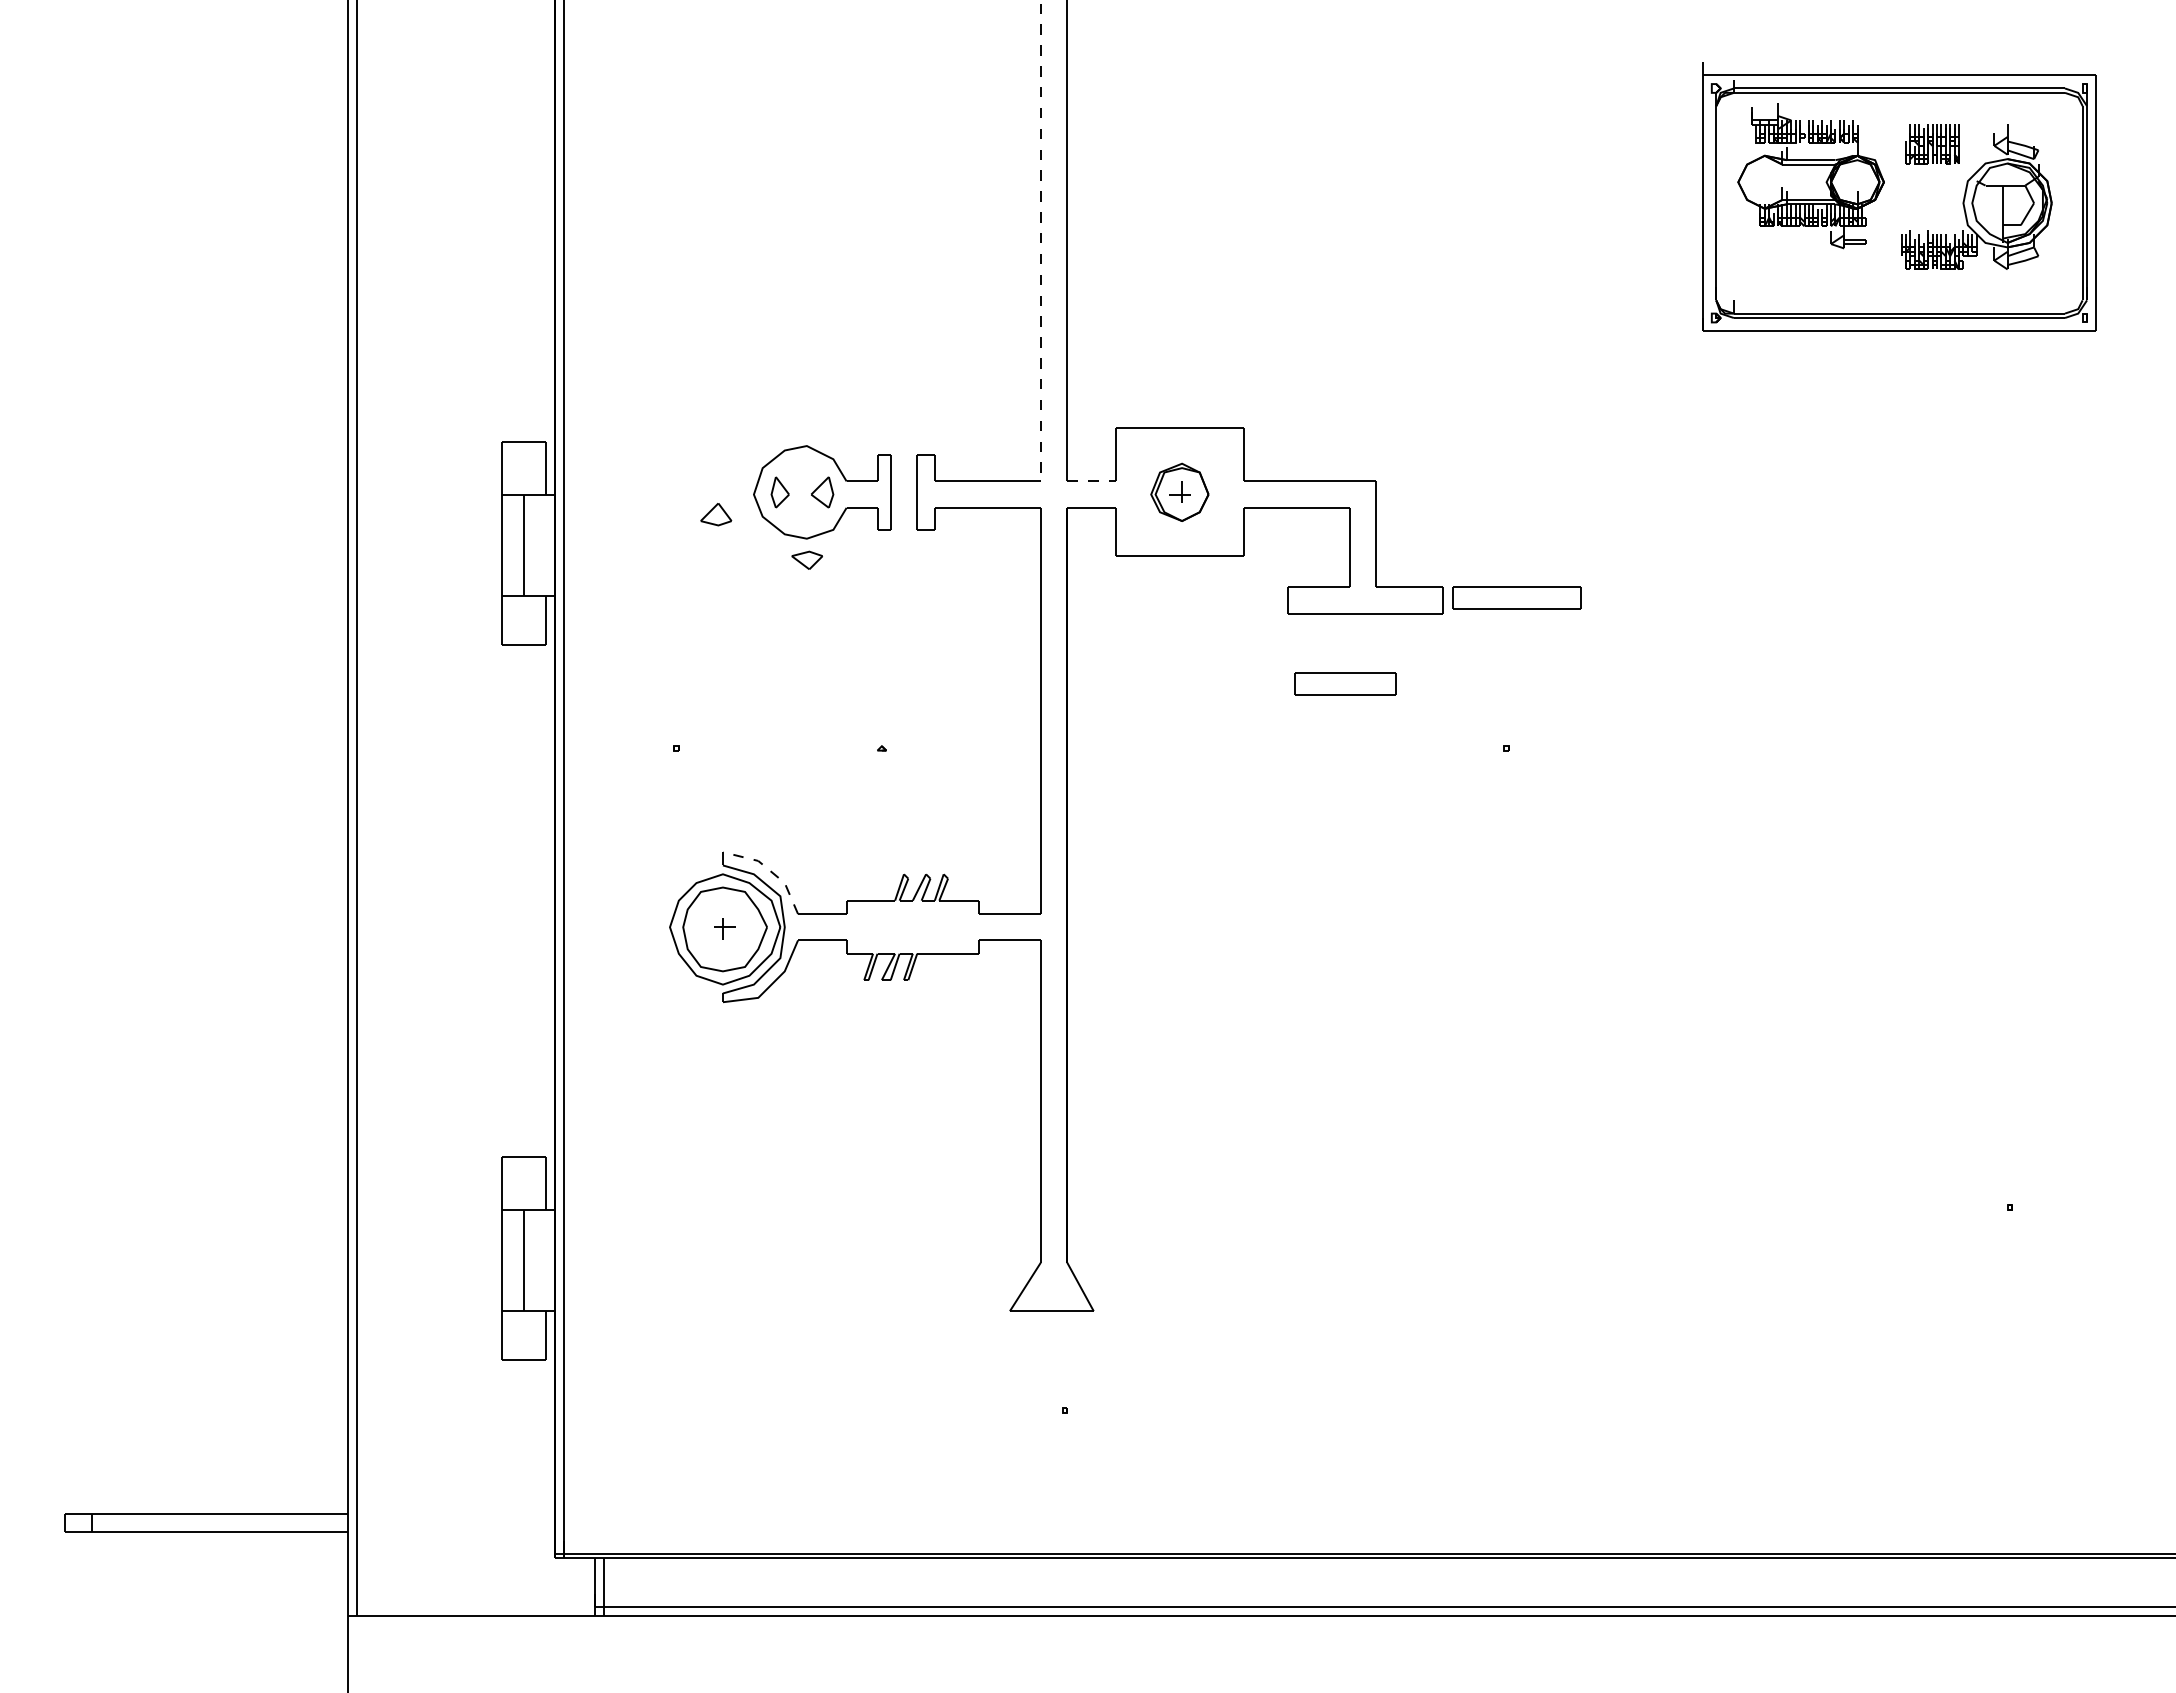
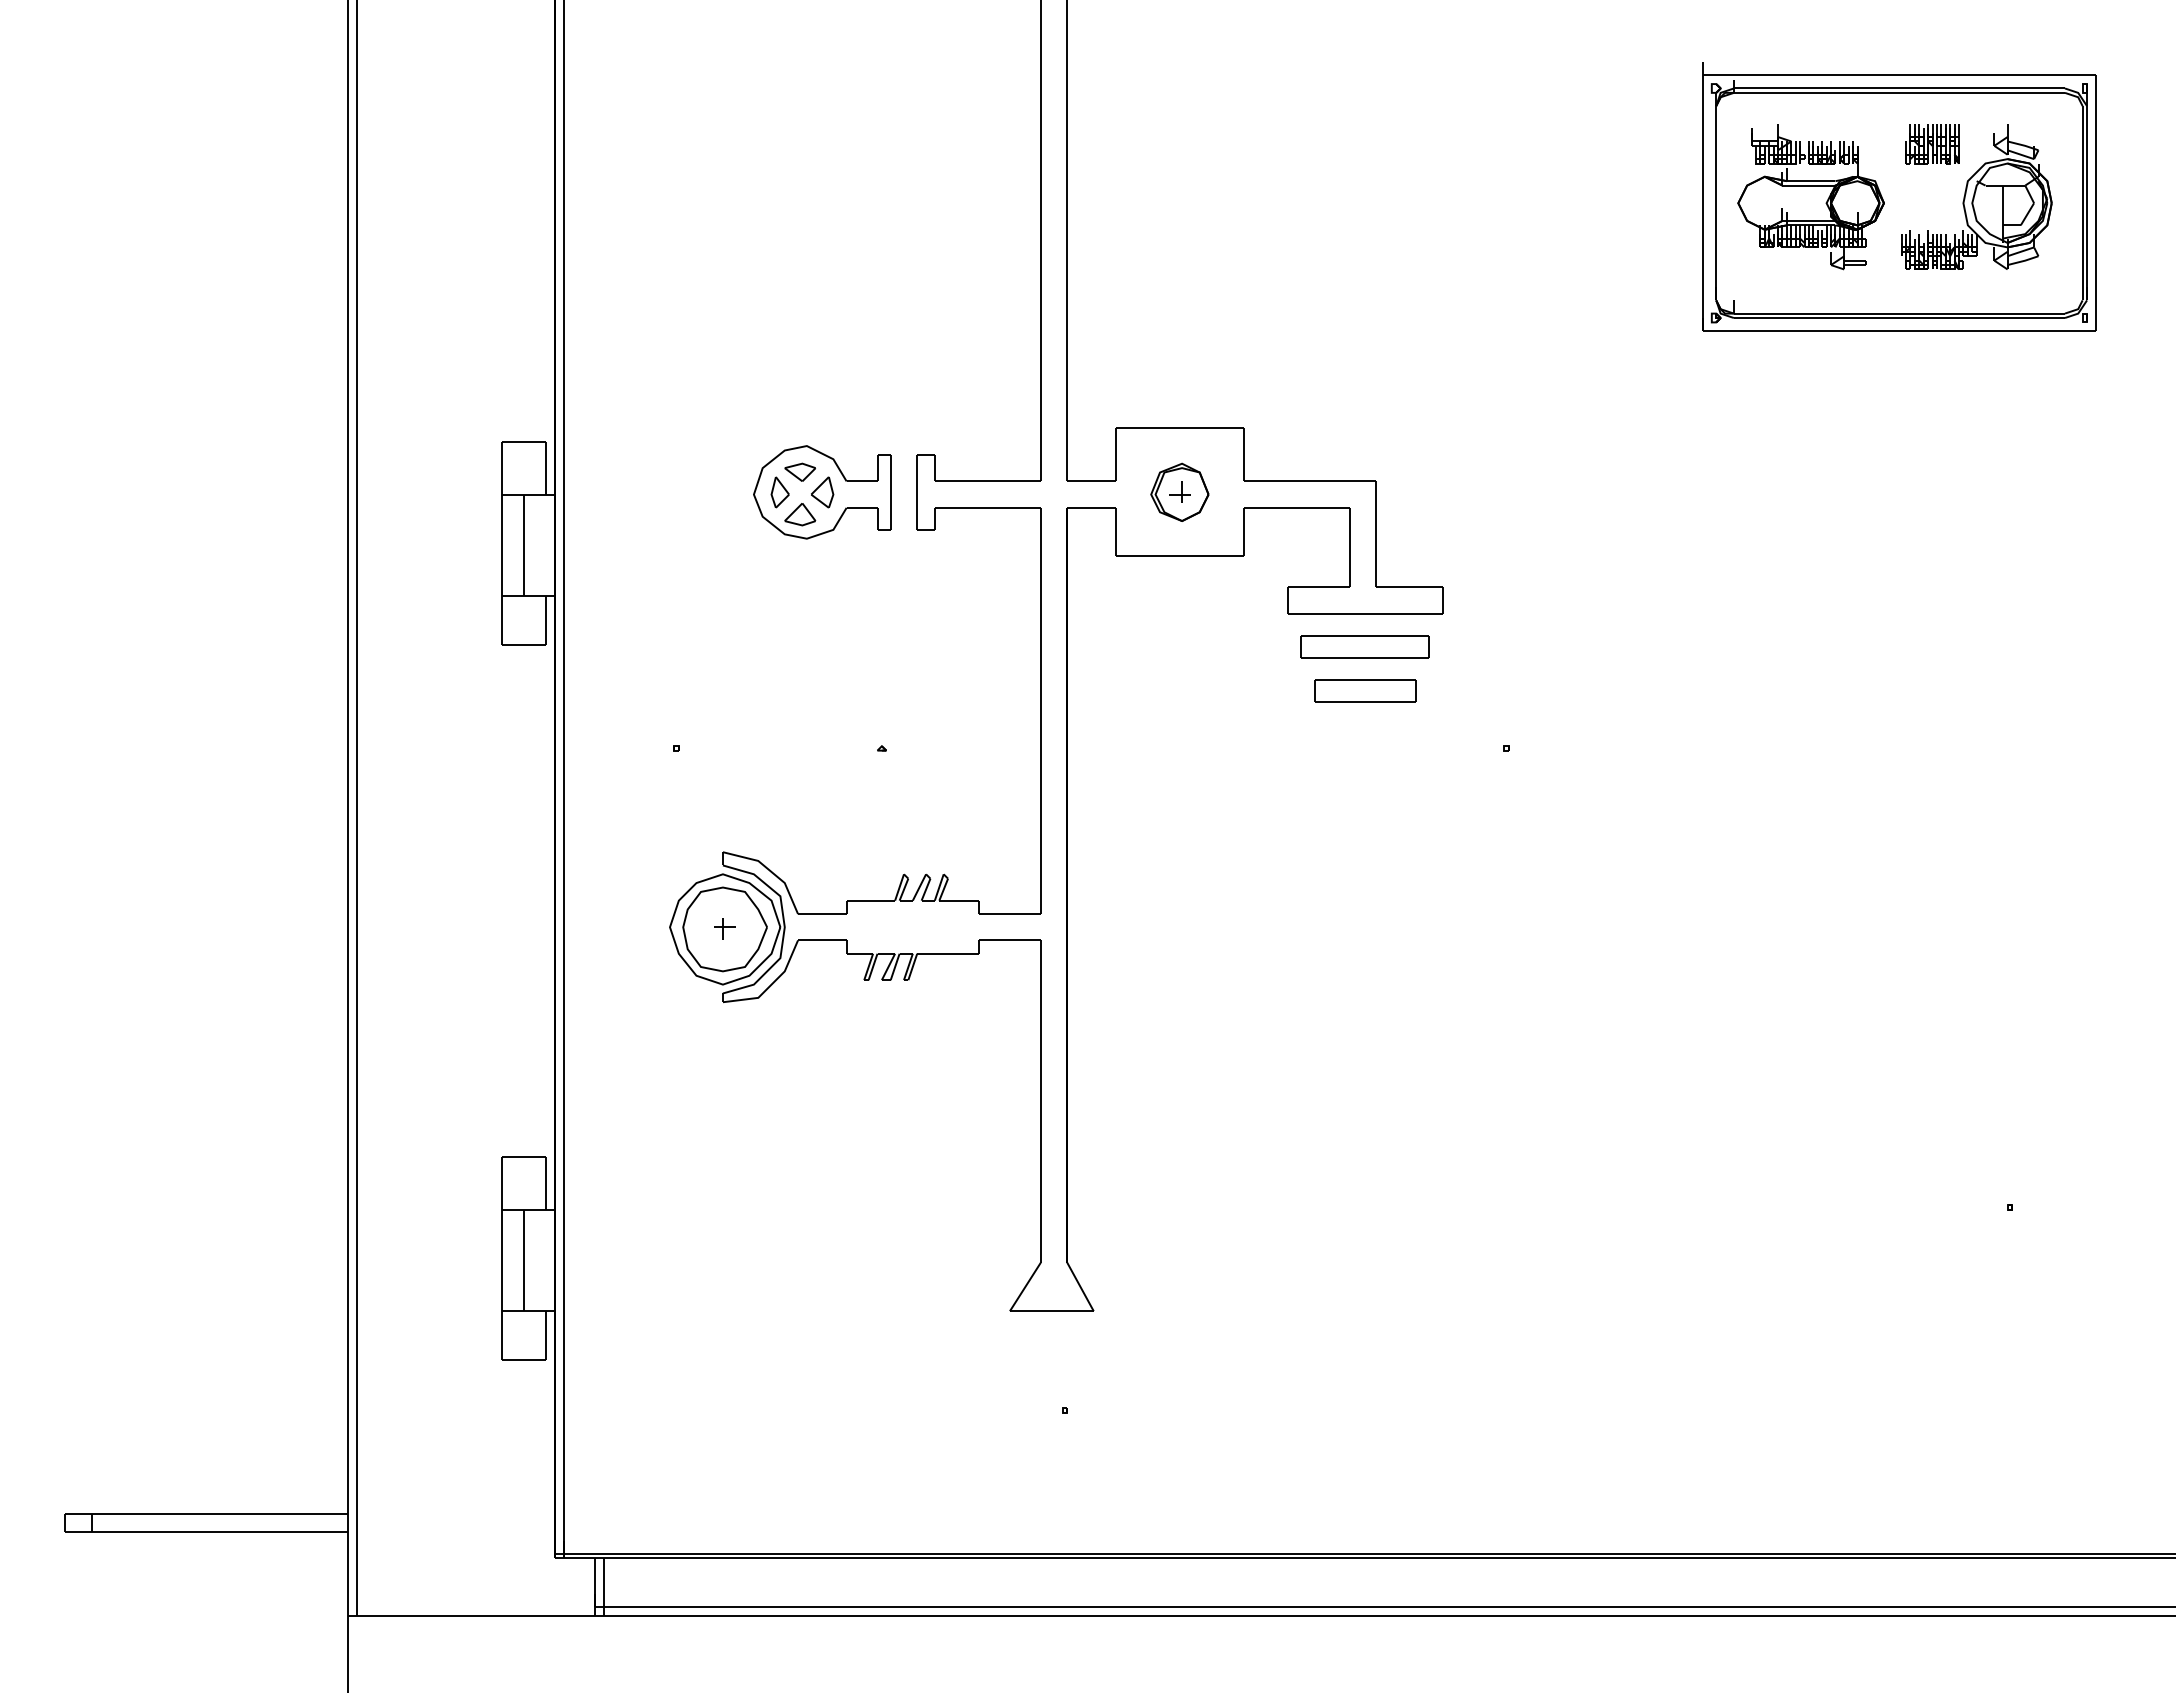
part at (1810, 176) position: (1810, 176) -> (1810, 197)
line at (1040, 241): dashed -> solid
line at (1092, 481): dashed -> solid
part at (716, 514) position: (716, 514) -> (800, 514)
part at (806, 559) position: (806, 559) -> (799, 471)
part at (1516, 597) position: (1516, 597) -> (1364, 646)
part at (1345, 683) position: (1345, 683) -> (1365, 690)
line at (770, 871): dashed -> solid
